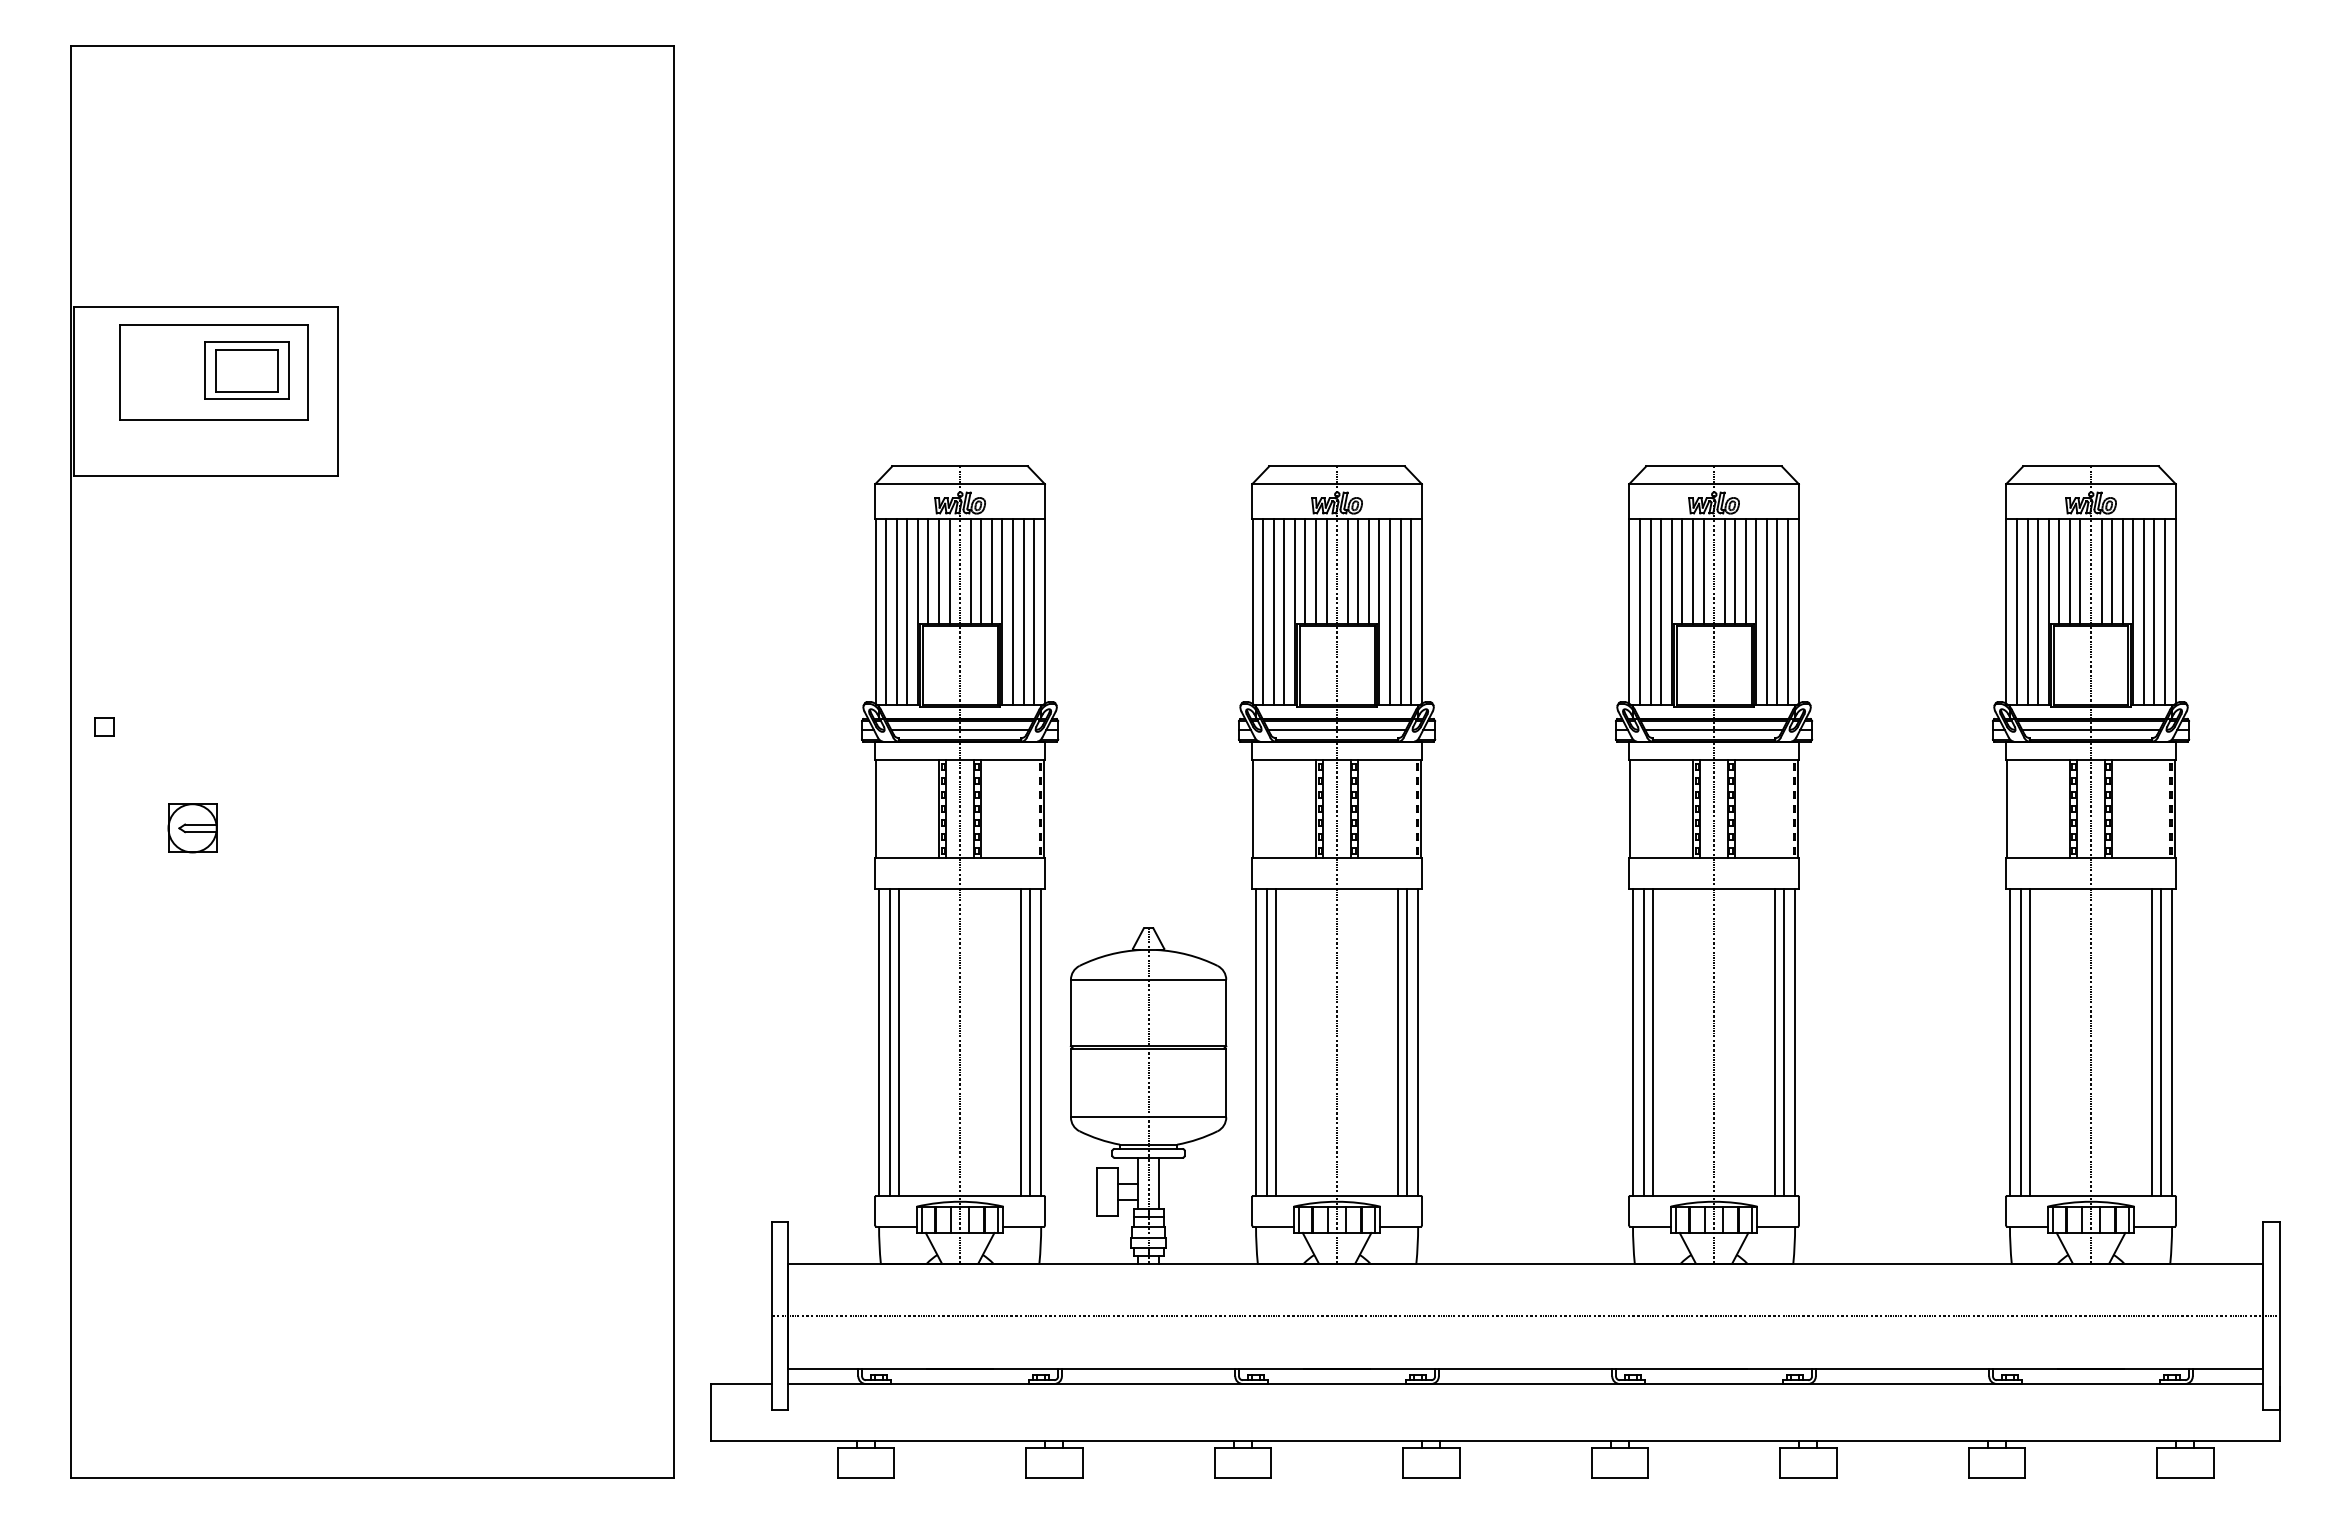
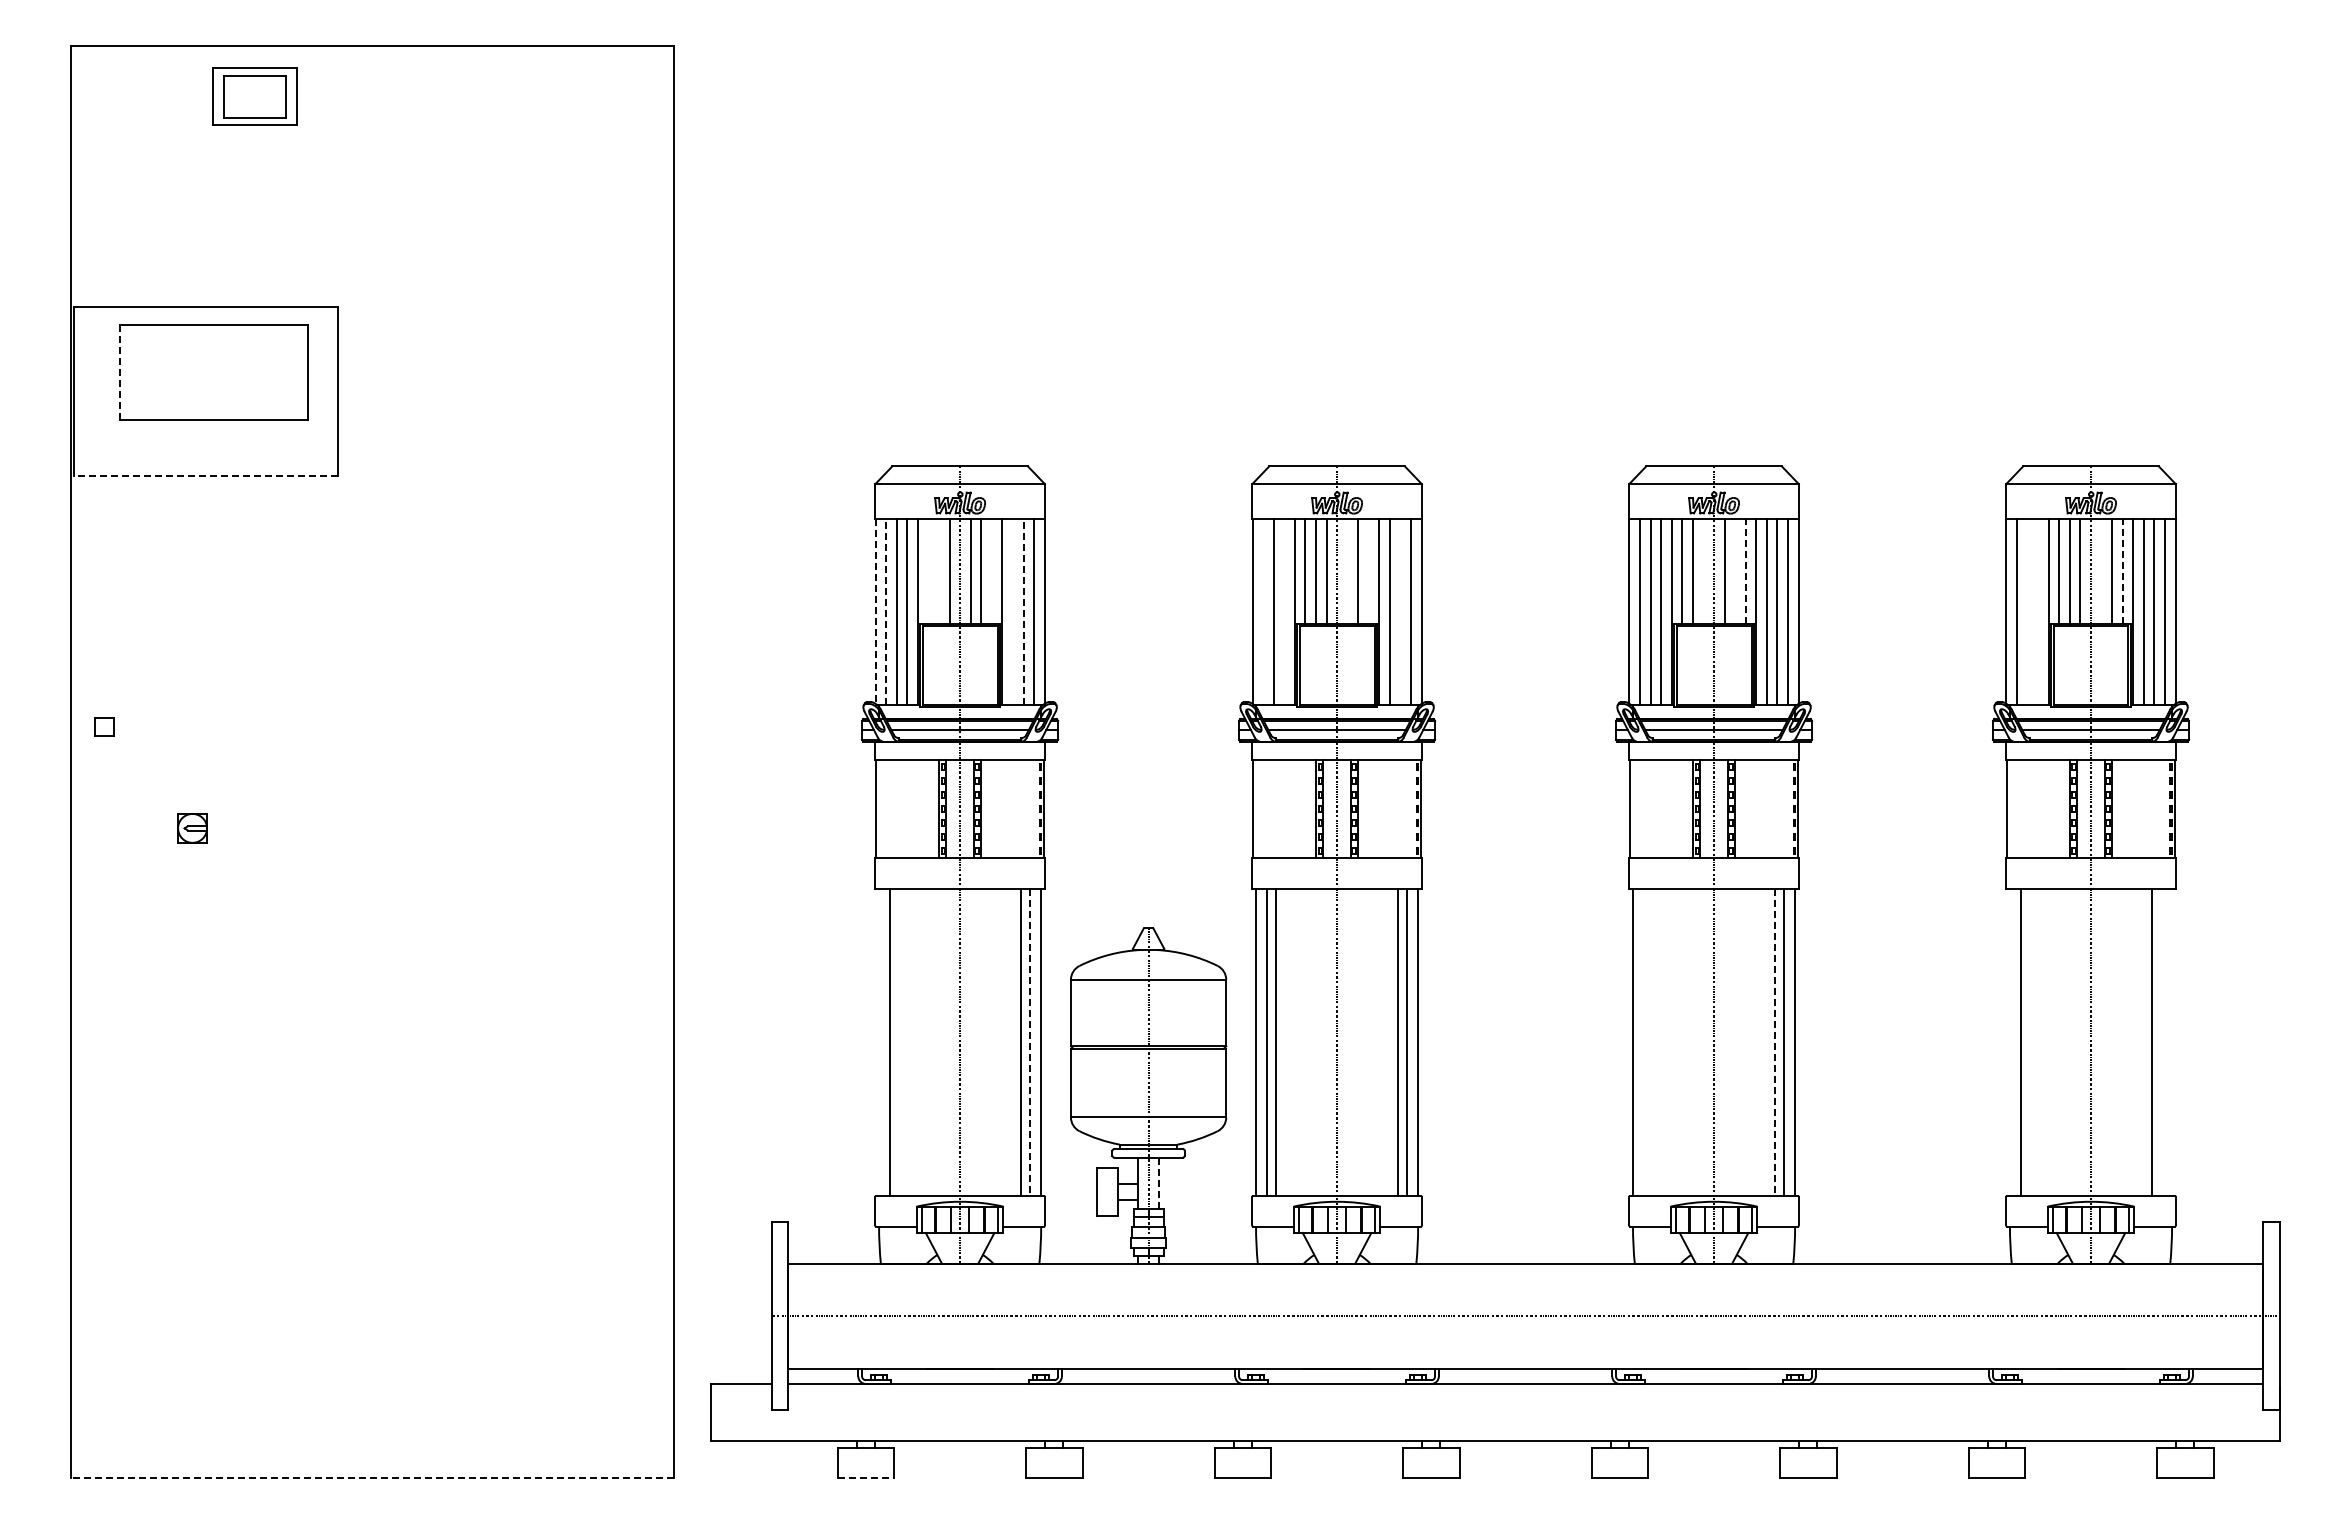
part at (246, 370) position: (246, 370) -> (254, 96)
line at (119, 372): solid -> dashed
line at (206, 476): solid -> dashed
line at (928, 570): present -> none
line at (939, 570): present -> none
line at (991, 570): present -> none
line at (1347, 570): present -> none
line at (1368, 570): present -> none
line at (1703, 570): present -> none
line at (1735, 570): present -> none
line at (1745, 570): solid -> dashed
line at (2101, 570): present -> none
line at (2122, 570): solid -> dashed
line at (875, 611): solid -> dashed
line at (886, 611): solid -> dashed
line at (1012, 611): present -> none
line at (1023, 611): solid -> dashed
line at (1263, 611): present -> none
line at (1284, 611): present -> none
line at (1400, 611): present -> none
line at (2027, 611): present -> none
line at (2038, 611): present -> none
part at (192, 828) size: 51x51 px -> 31x31 px
line at (879, 1041): present -> none
line at (899, 1041): present -> none
line at (1644, 1041): present -> none
line at (1653, 1041): present -> none
line at (2009, 1041): present -> none
line at (2030, 1041): present -> none
line at (2160, 1041): present -> none
line at (2172, 1041): present -> none
line at (1029, 1042): solid -> dashed
line at (1774, 1042): solid -> dashed
line at (1158, 1183): solid -> dashed
line at (372, 1478): solid -> dashed
line at (866, 1478): solid -> dashed
